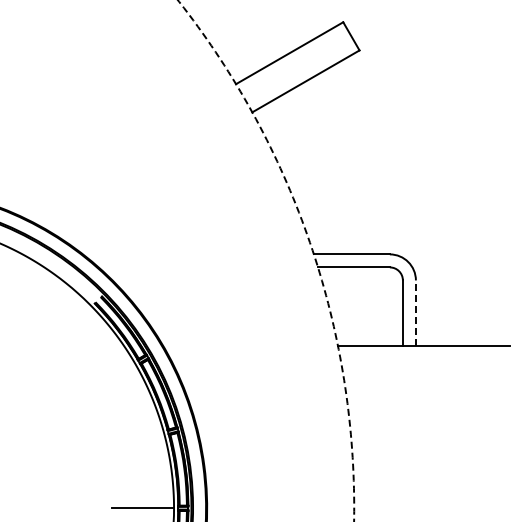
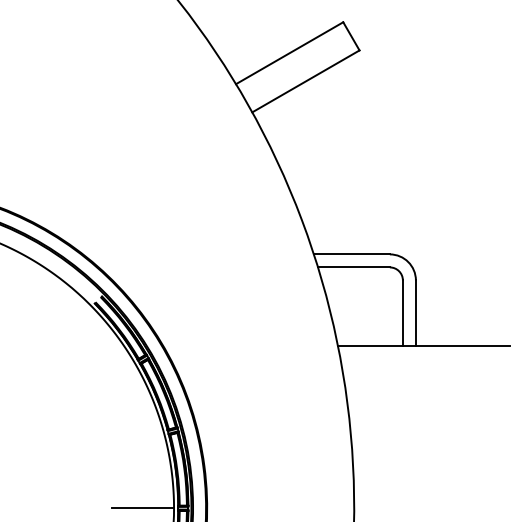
arc at (310, 245): dashed -> solid
line at (415, 312): dashed -> solid
